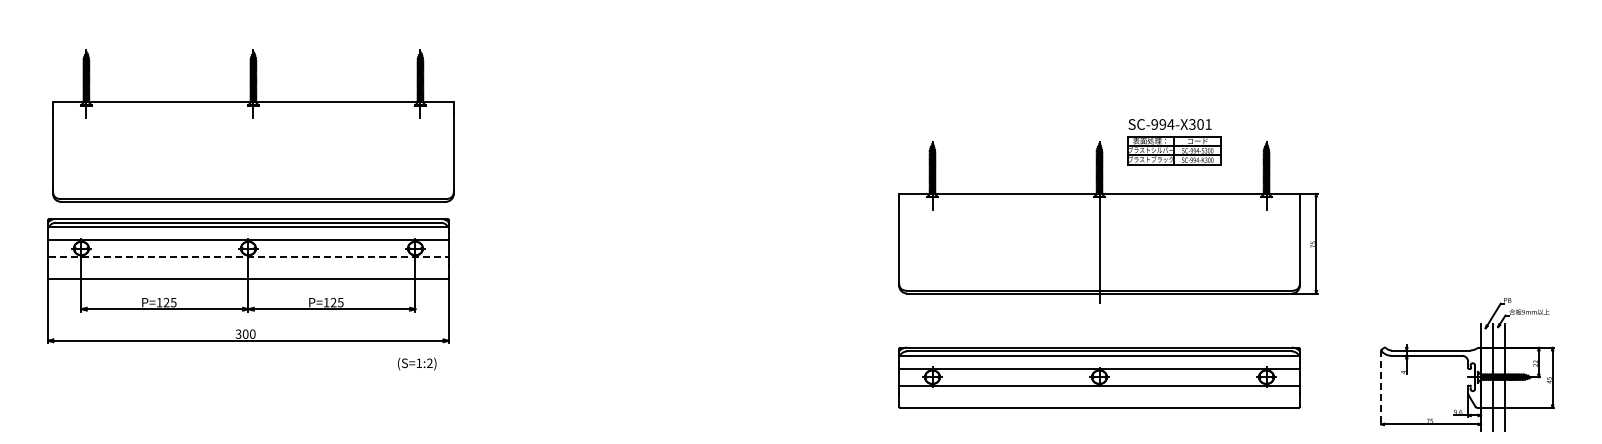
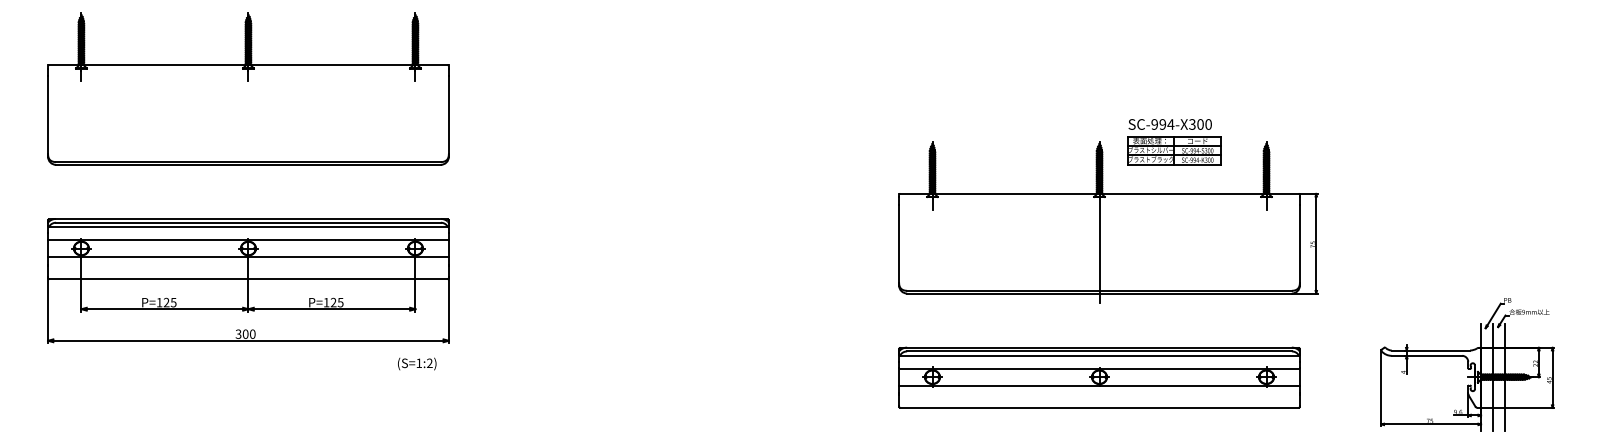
text at (1208, 124): SC-994-X301 -> SC-994-X300
part at (253, 125) position: (253, 125) -> (248, 88)
line at (248, 256): dashed -> solid
line at (1381, 388): dashed -> solid
